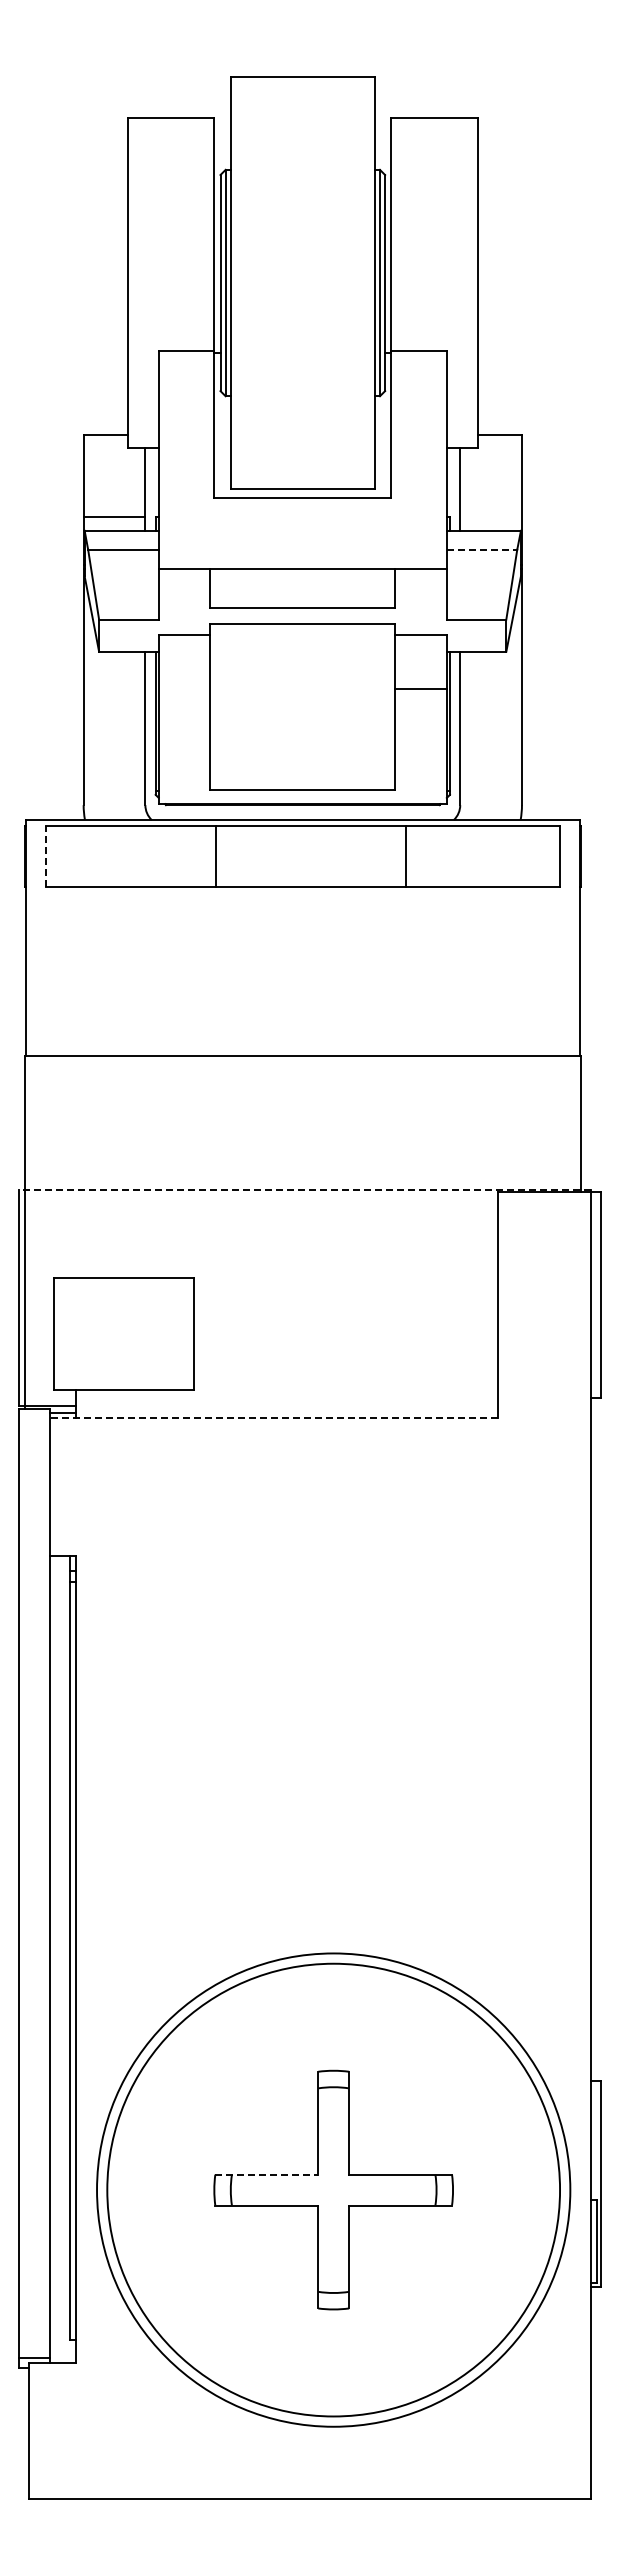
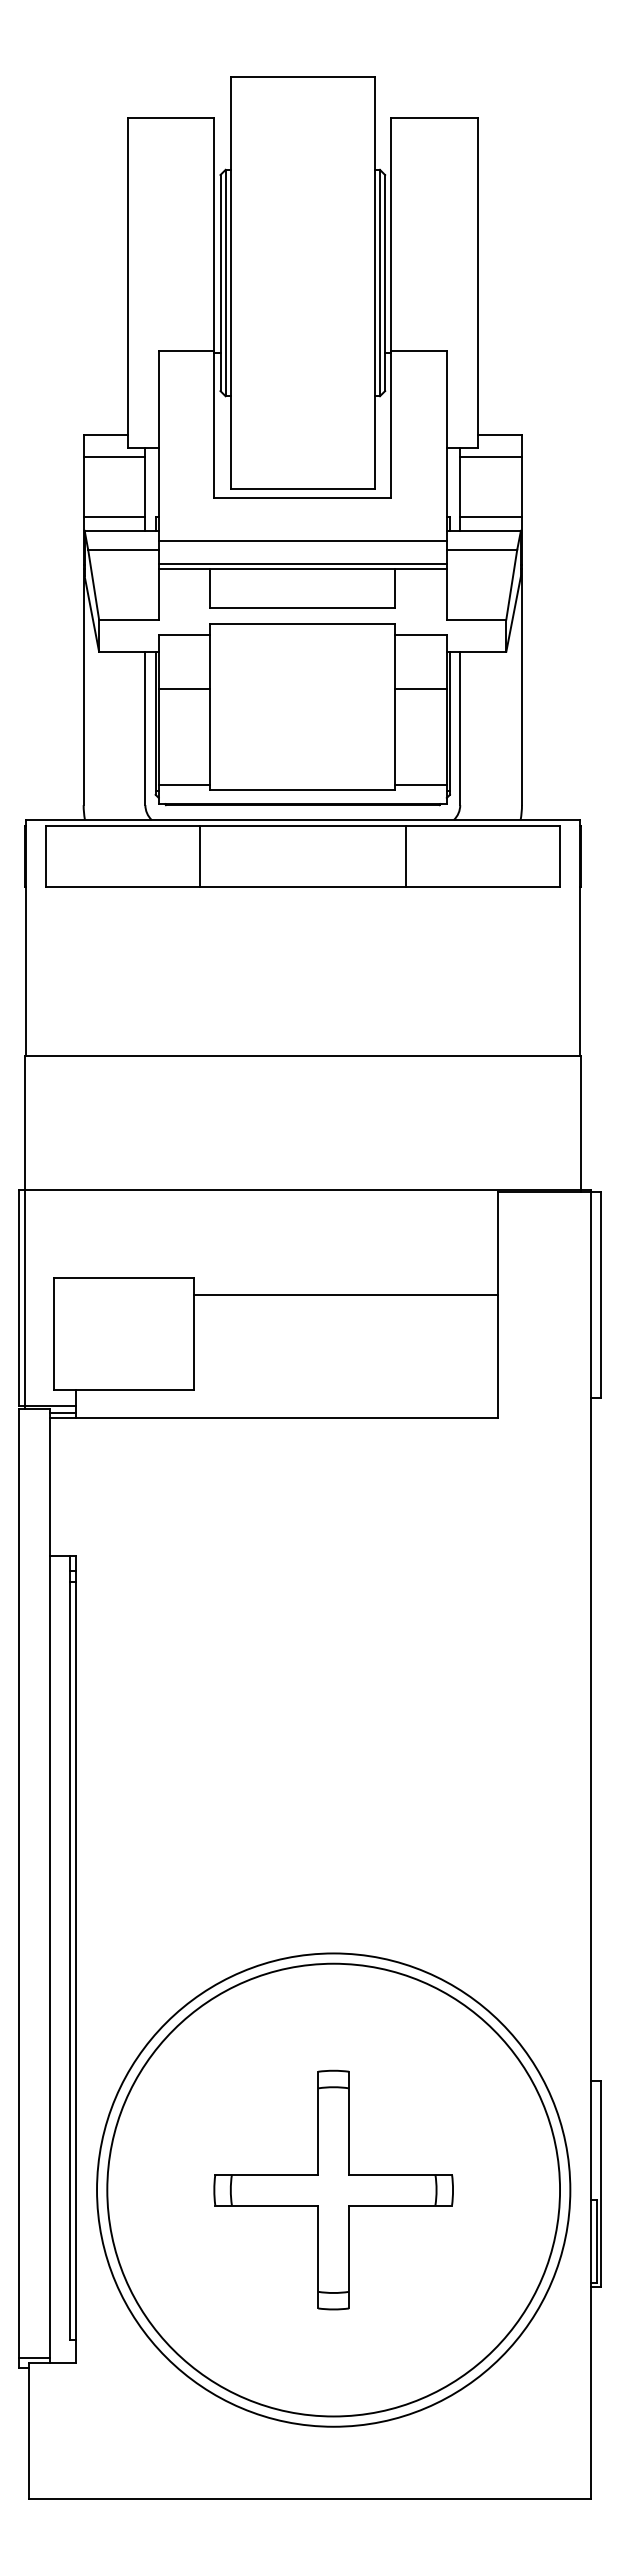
line at (114, 457): none -> present
line at (490, 457): none -> present
line at (490, 516): none -> present
line at (302, 541): none -> present
line at (482, 549): dashed -> solid
line at (302, 563): none -> present
line at (184, 689): none -> present
line at (184, 784): none -> present
line at (420, 784): none -> present
line at (45, 856): dashed -> solid
line at (215, 856) position: (215, 856) -> (199, 856)
line at (304, 1189): dashed -> solid
line at (345, 1294): none -> present
line at (273, 1418): dashed -> solid
line at (266, 2174): dashed -> solid
